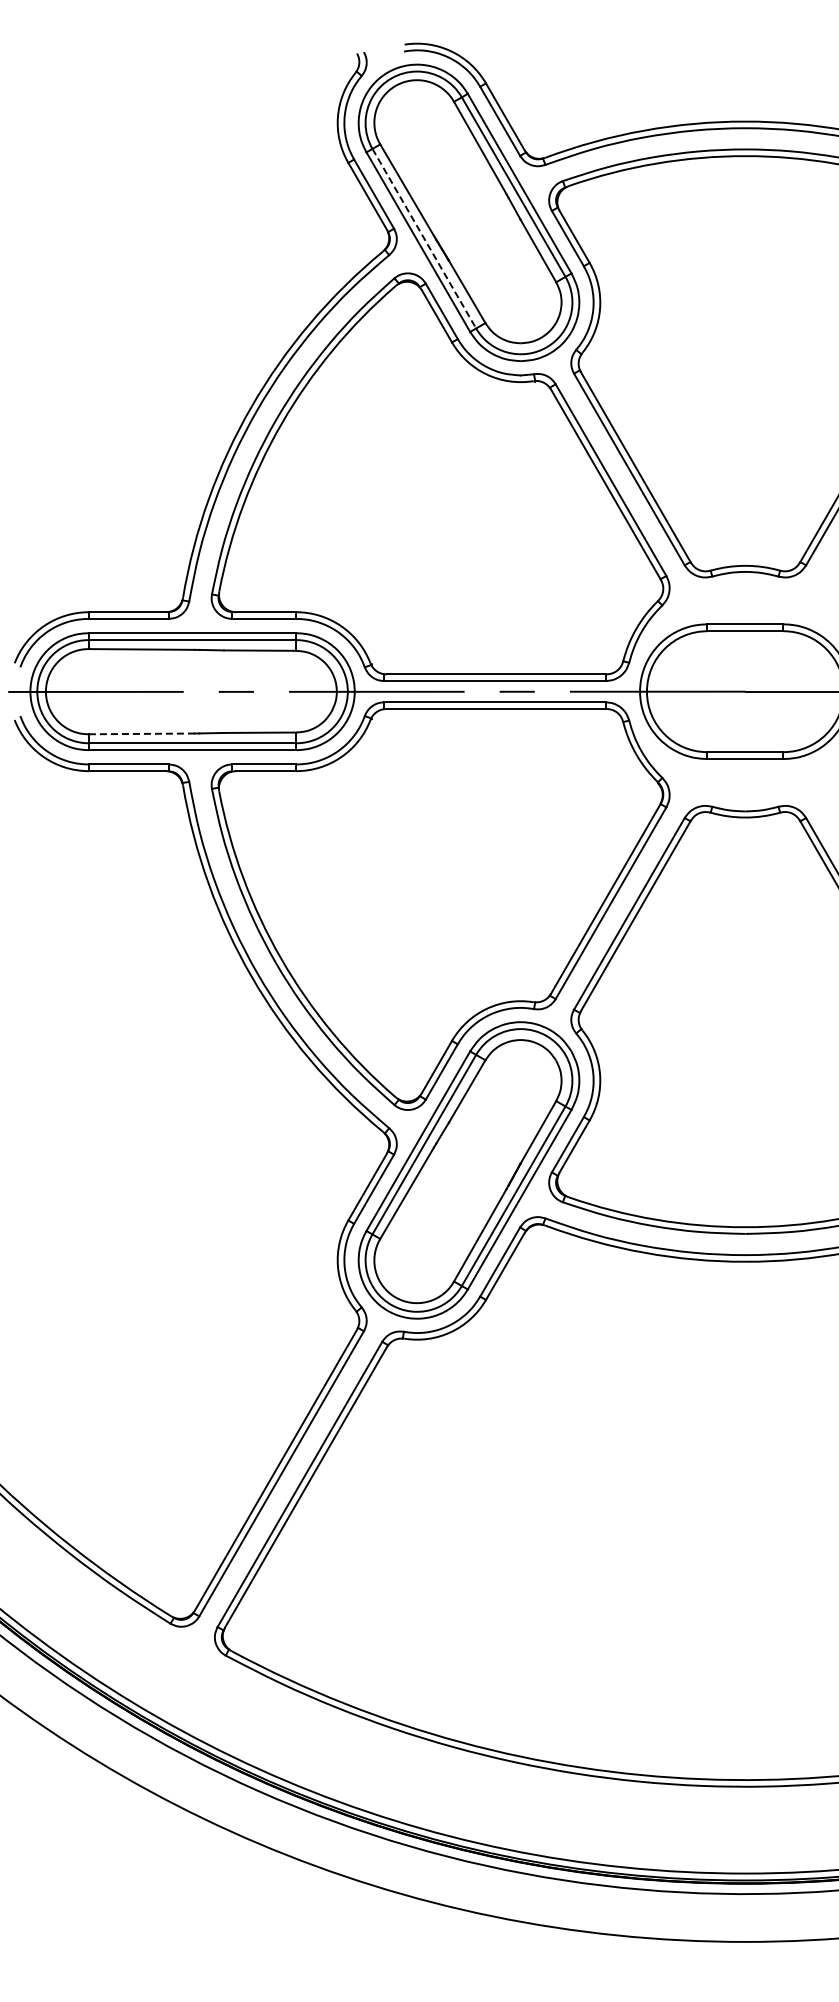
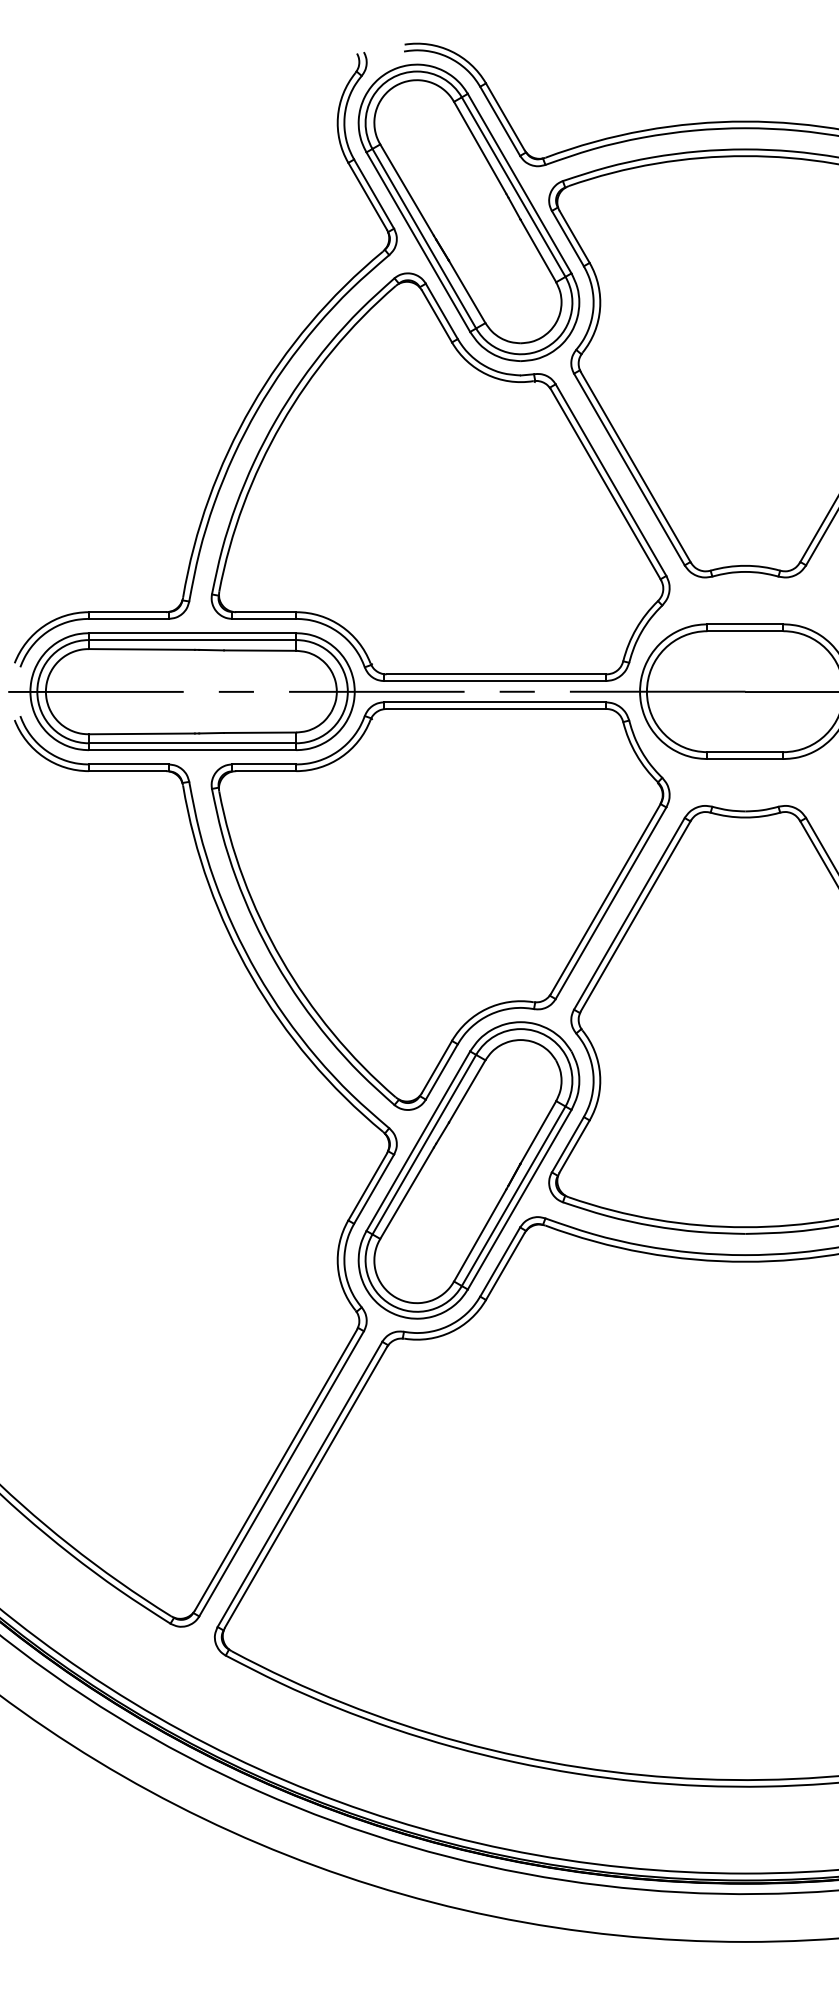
line at (424, 238): dashed -> solid
line at (141, 733): dashed -> solid
